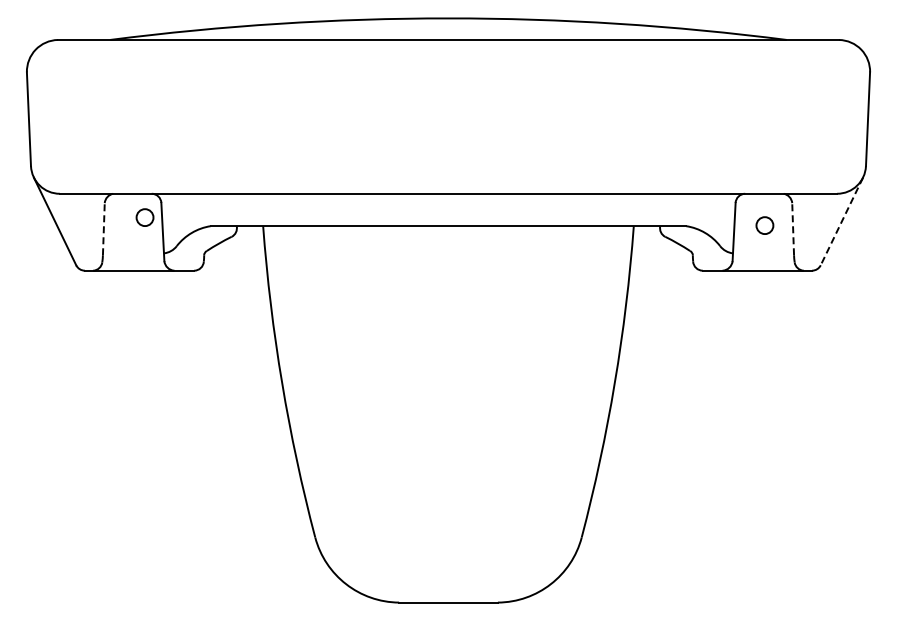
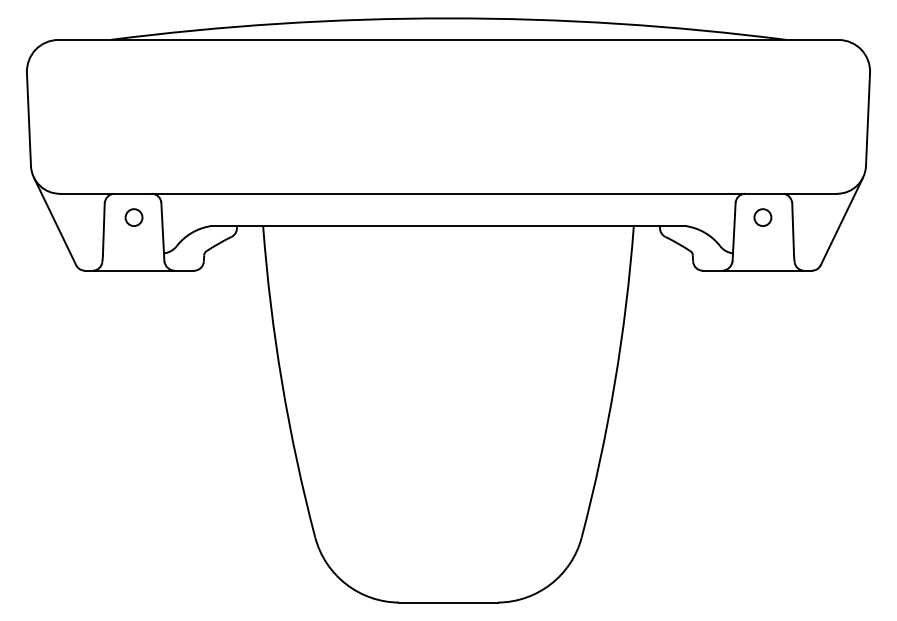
circle at (144, 217) position: (144, 217) -> (133, 217)
line at (841, 221): dashed -> solid
circle at (764, 225) position: (764, 225) -> (762, 217)
line at (103, 228): dashed -> solid
line at (793, 228): dashed -> solid
